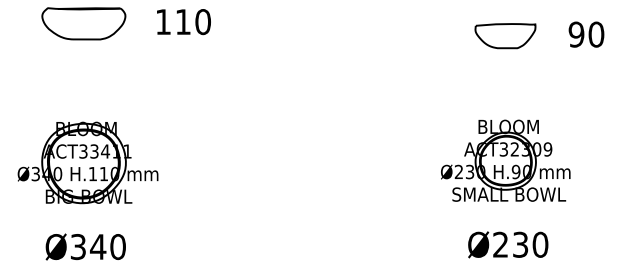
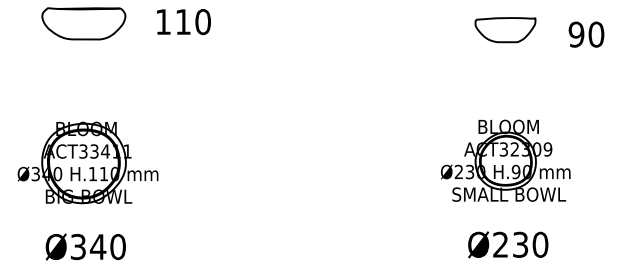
part at (505, 36) position: (505, 36) -> (505, 30)
